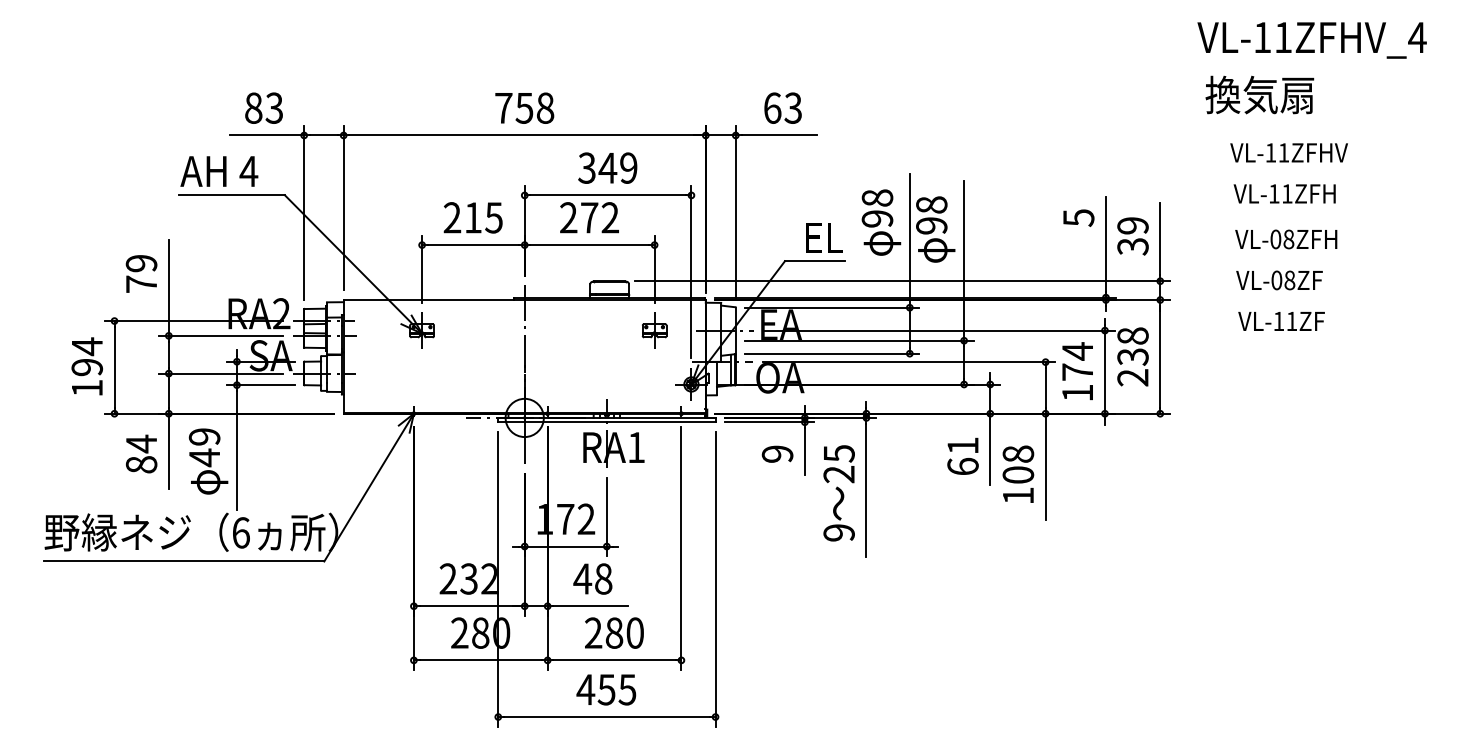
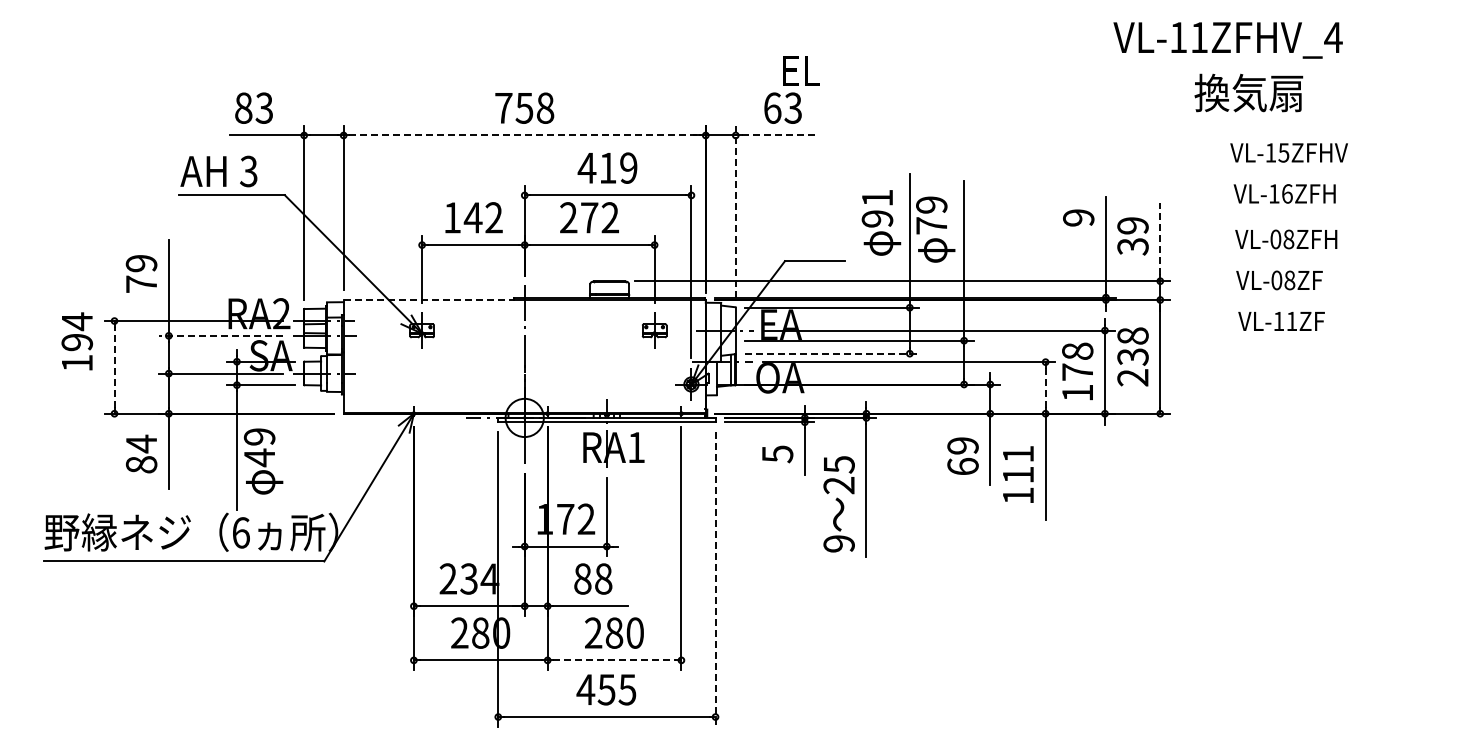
text at (1311, 40) position: (1311, 40) -> (1227, 40)
text at (1259, 94) position: (1259, 94) -> (1248, 92)
text at (263, 107) position: (263, 107) -> (253, 107)
line at (525, 135): solid -> dashed
line at (779, 135): solid -> dashed
text at (1283, 152): VL-11ZFHV -> VL-15ZFHV
text at (597, 167): 349 -> 419
text at (248, 171): 4 -> 3
text at (1287, 193): VL-11ZFH -> VL-16ZFH
text at (877, 197): 98 -> 91
line at (735, 211): solid -> dashed
text at (931, 215): 98 -> 79
text at (472, 217): 215 -> 142
text at (1078, 218): 5 -> 9
text at (824, 237) position: (824, 237) -> (801, 70)
line at (1160, 238): solid -> dashed
line at (429, 300): solid -> dashed
line at (221, 335): solid -> dashed
text at (1077, 351): 174 -> 178
line at (832, 353): solid -> dashed
text at (86, 366) position: (86, 366) -> (76, 341)
line at (114, 367): solid -> dashed
line at (1045, 388): solid -> dashed
text at (962, 445): 61 -> 69
text at (777, 454): 9 -> 5
text at (208, 461) position: (208, 461) -> (263, 461)
text at (1018, 464): 108 -> 111
text at (838, 493) position: (838, 493) -> (838, 504)
text at (489, 578): 232 -> 234
text at (582, 578): 48 -> 88
line at (715, 579): solid -> dashed
line at (615, 660): solid -> dashed
